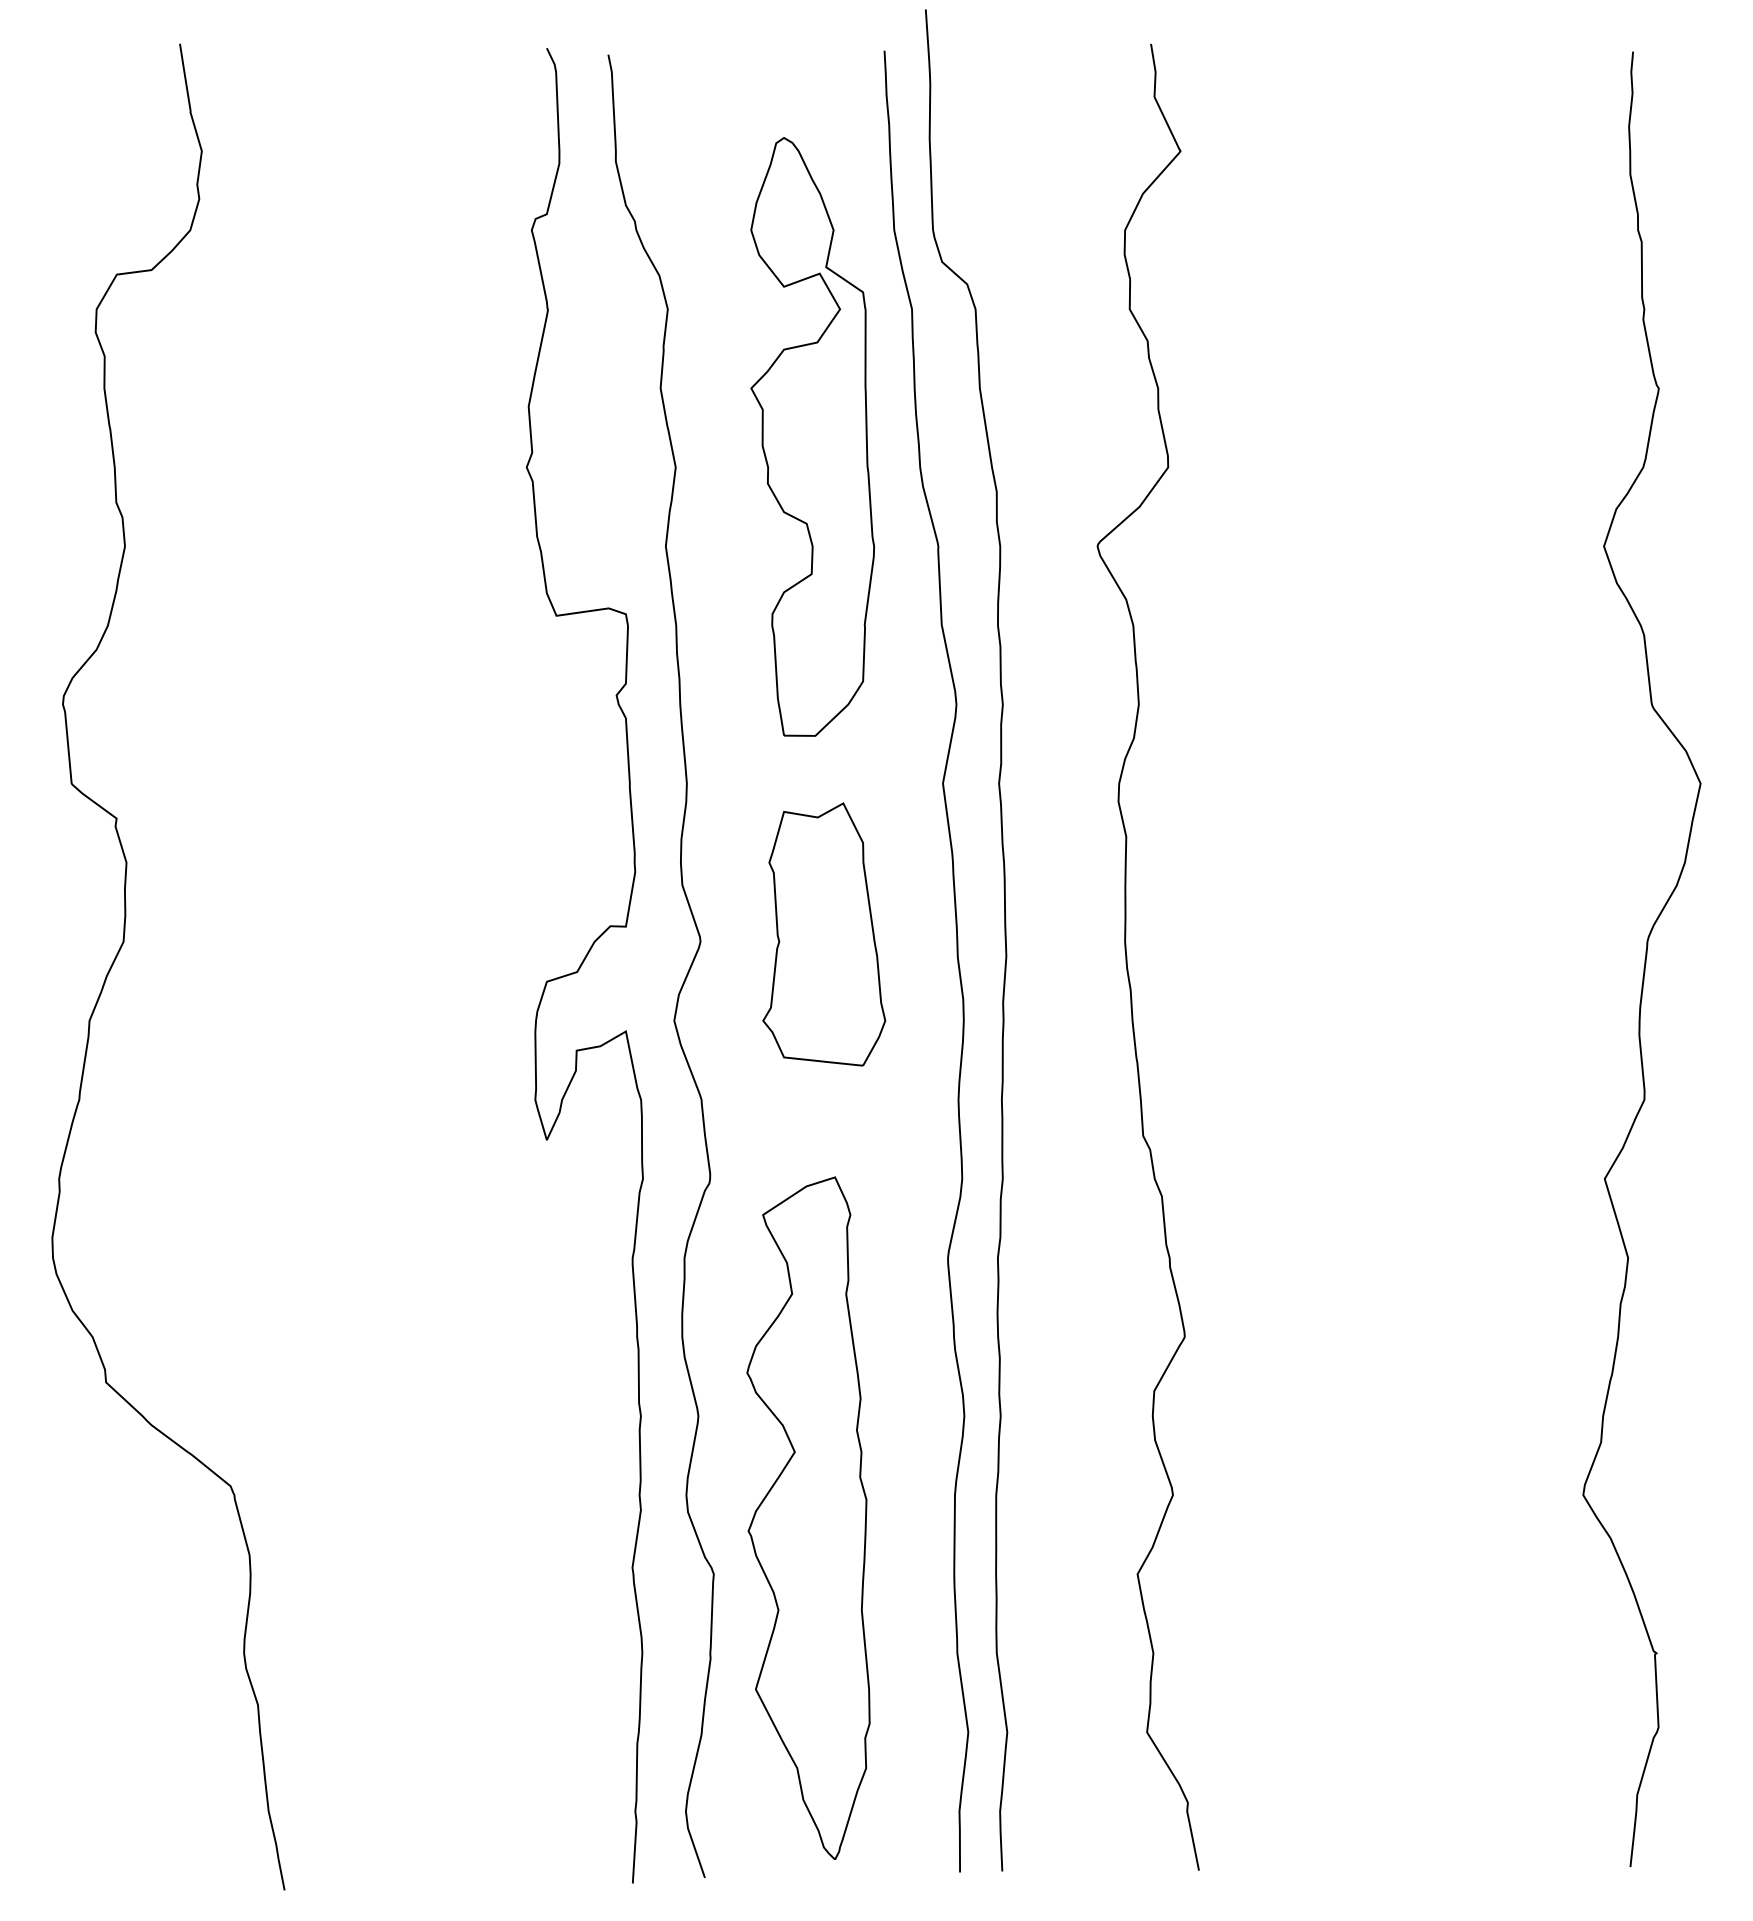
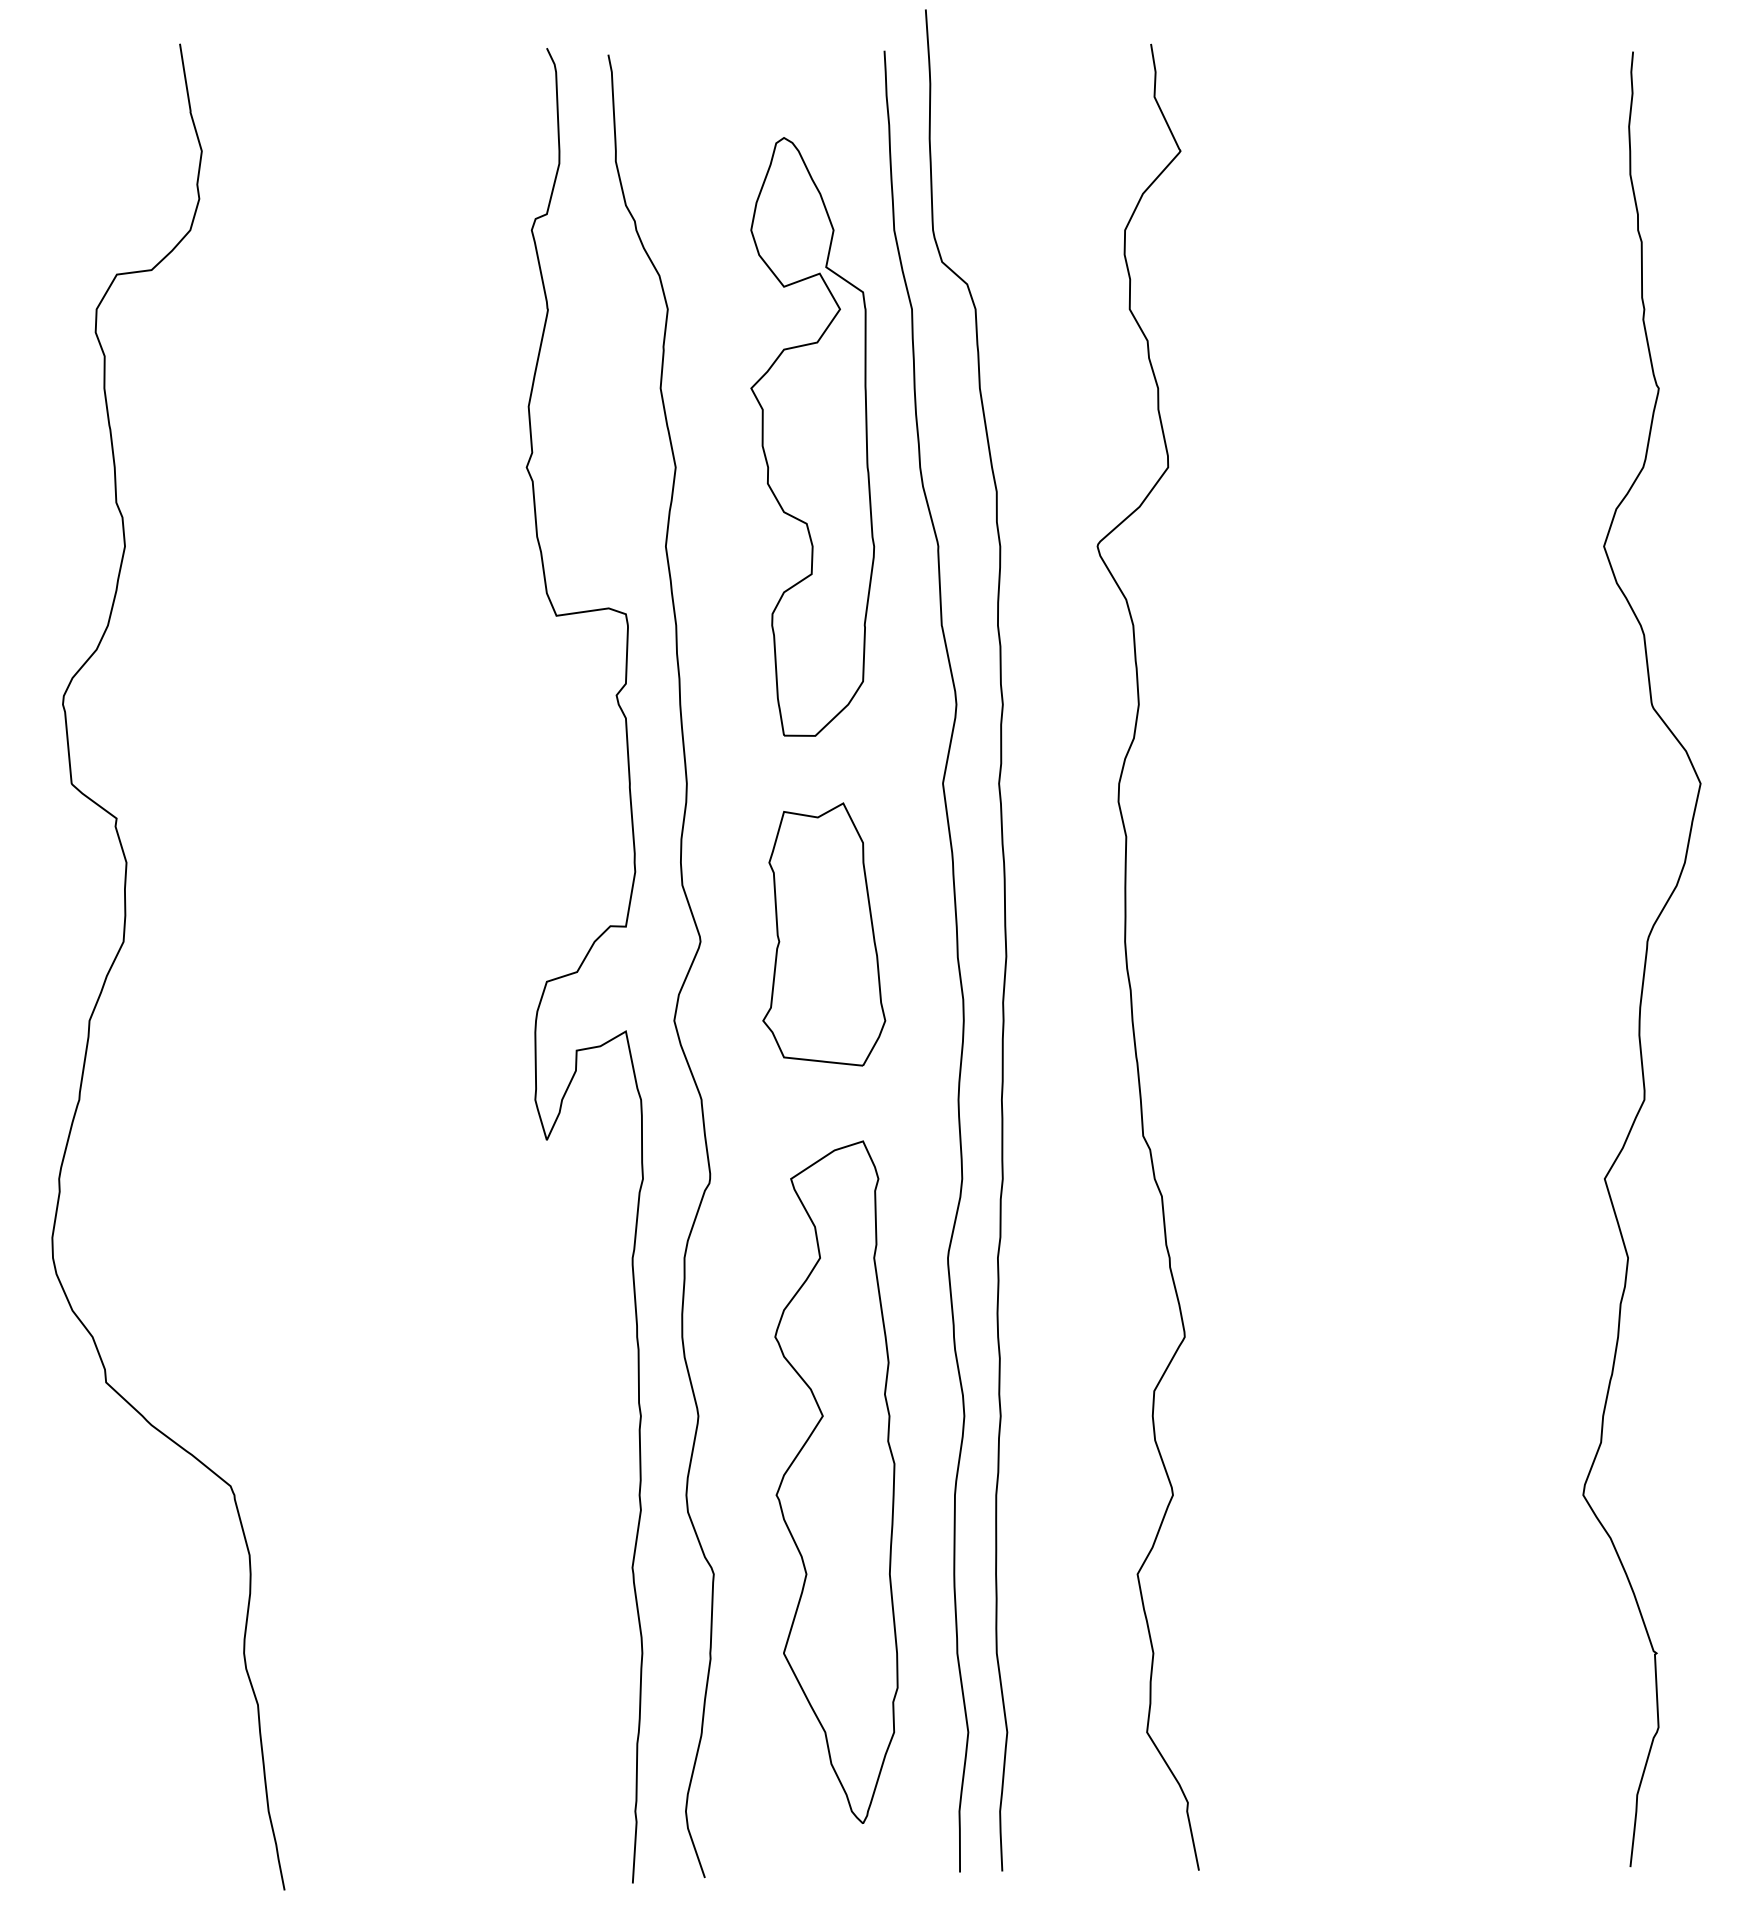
part at (808, 1517) position: (808, 1517) -> (836, 1481)
